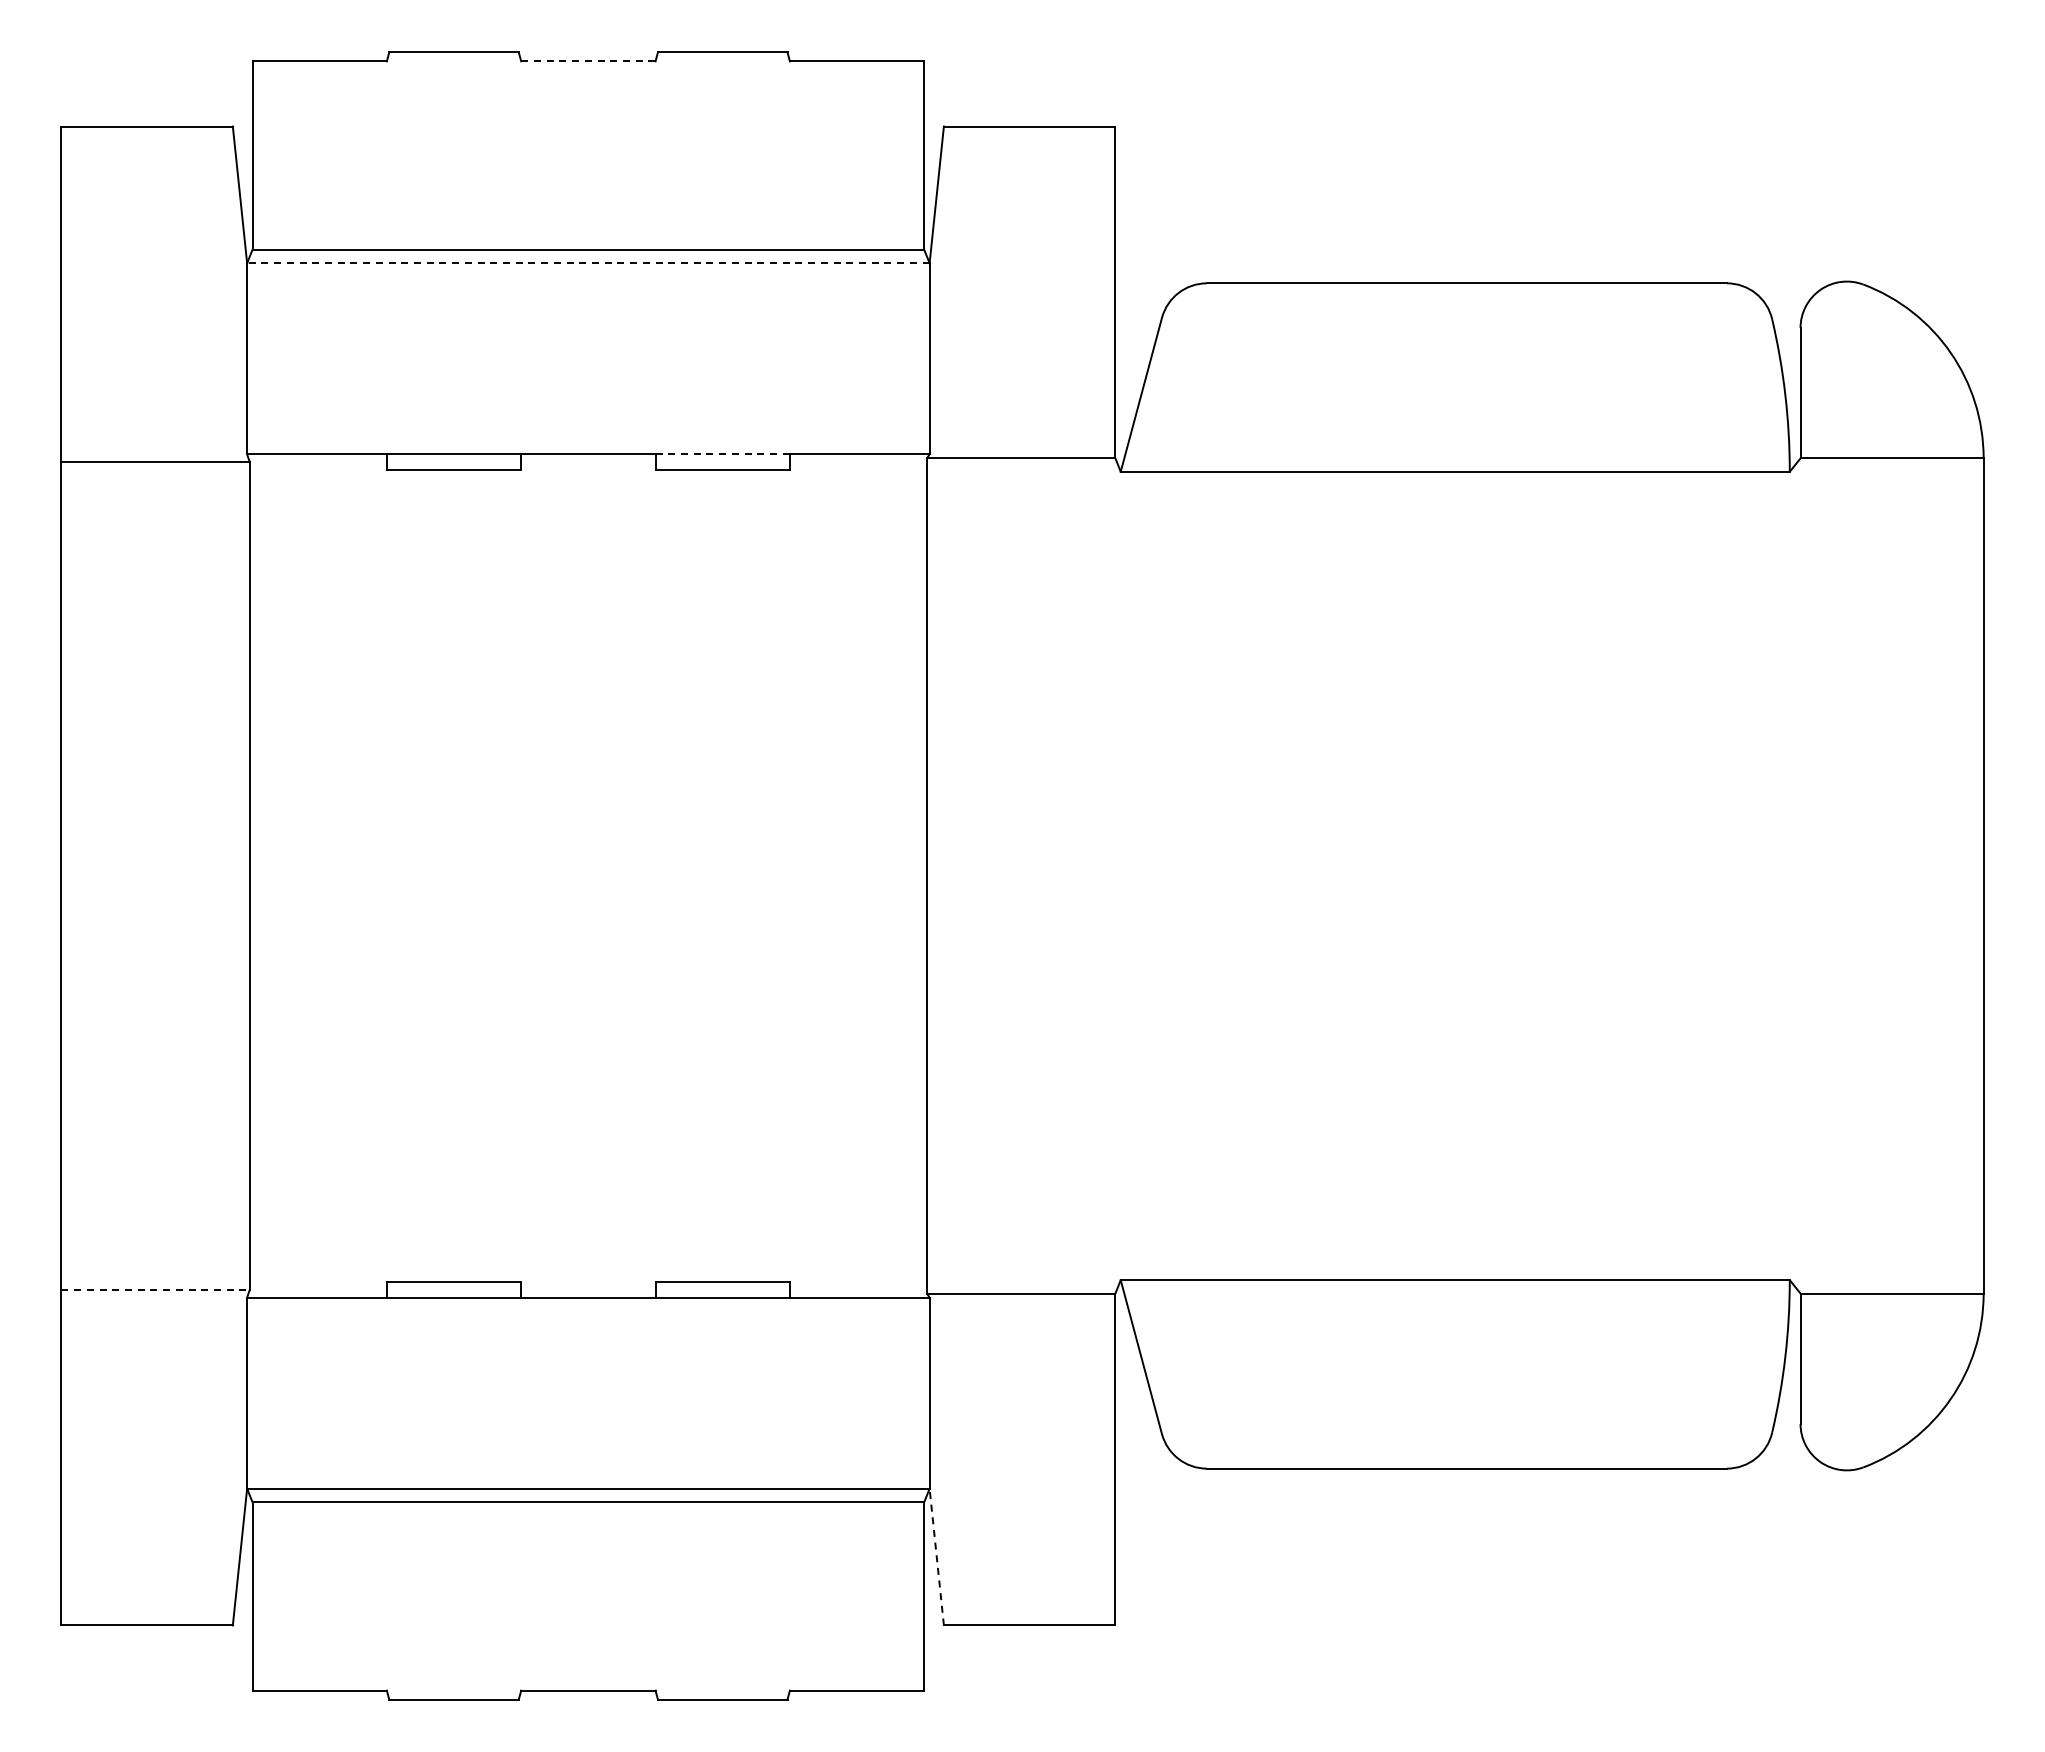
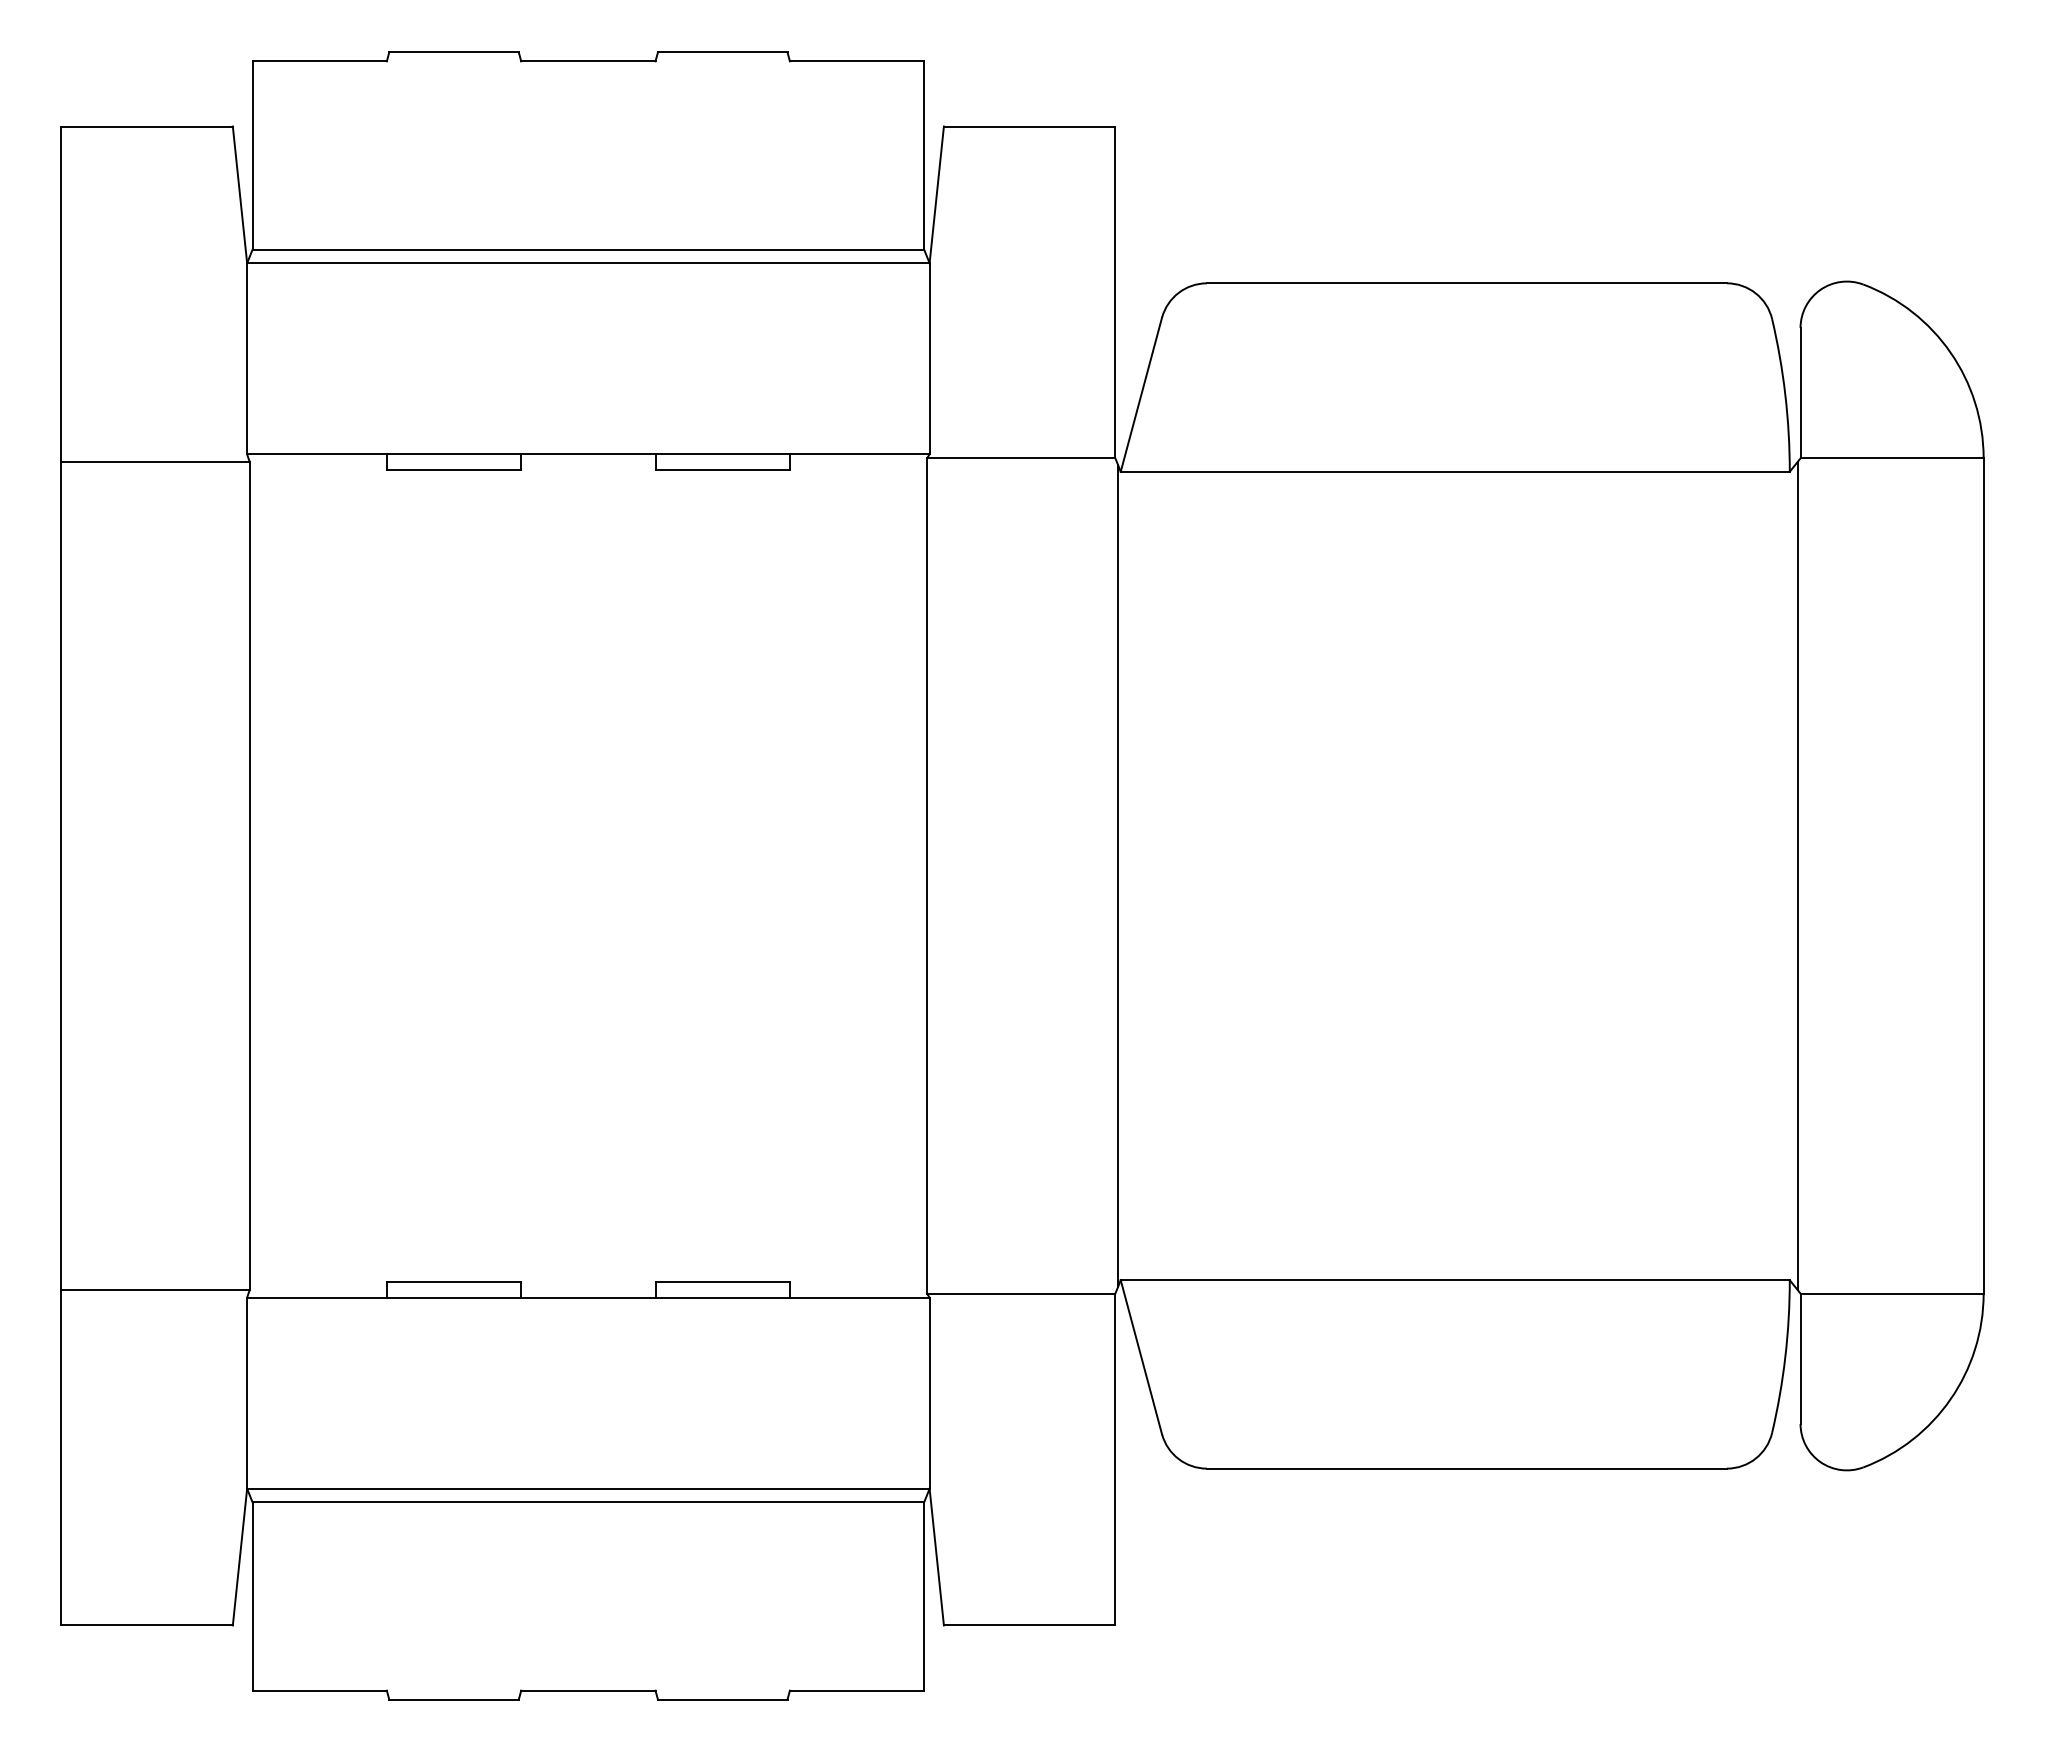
line at (588, 61): dashed -> solid
line at (587, 263): dashed -> solid
line at (723, 454): dashed -> solid
line at (1118, 875): none -> present
line at (1797, 875): none -> present
line at (156, 1289): dashed -> solid
line at (936, 1557): dashed -> solid
